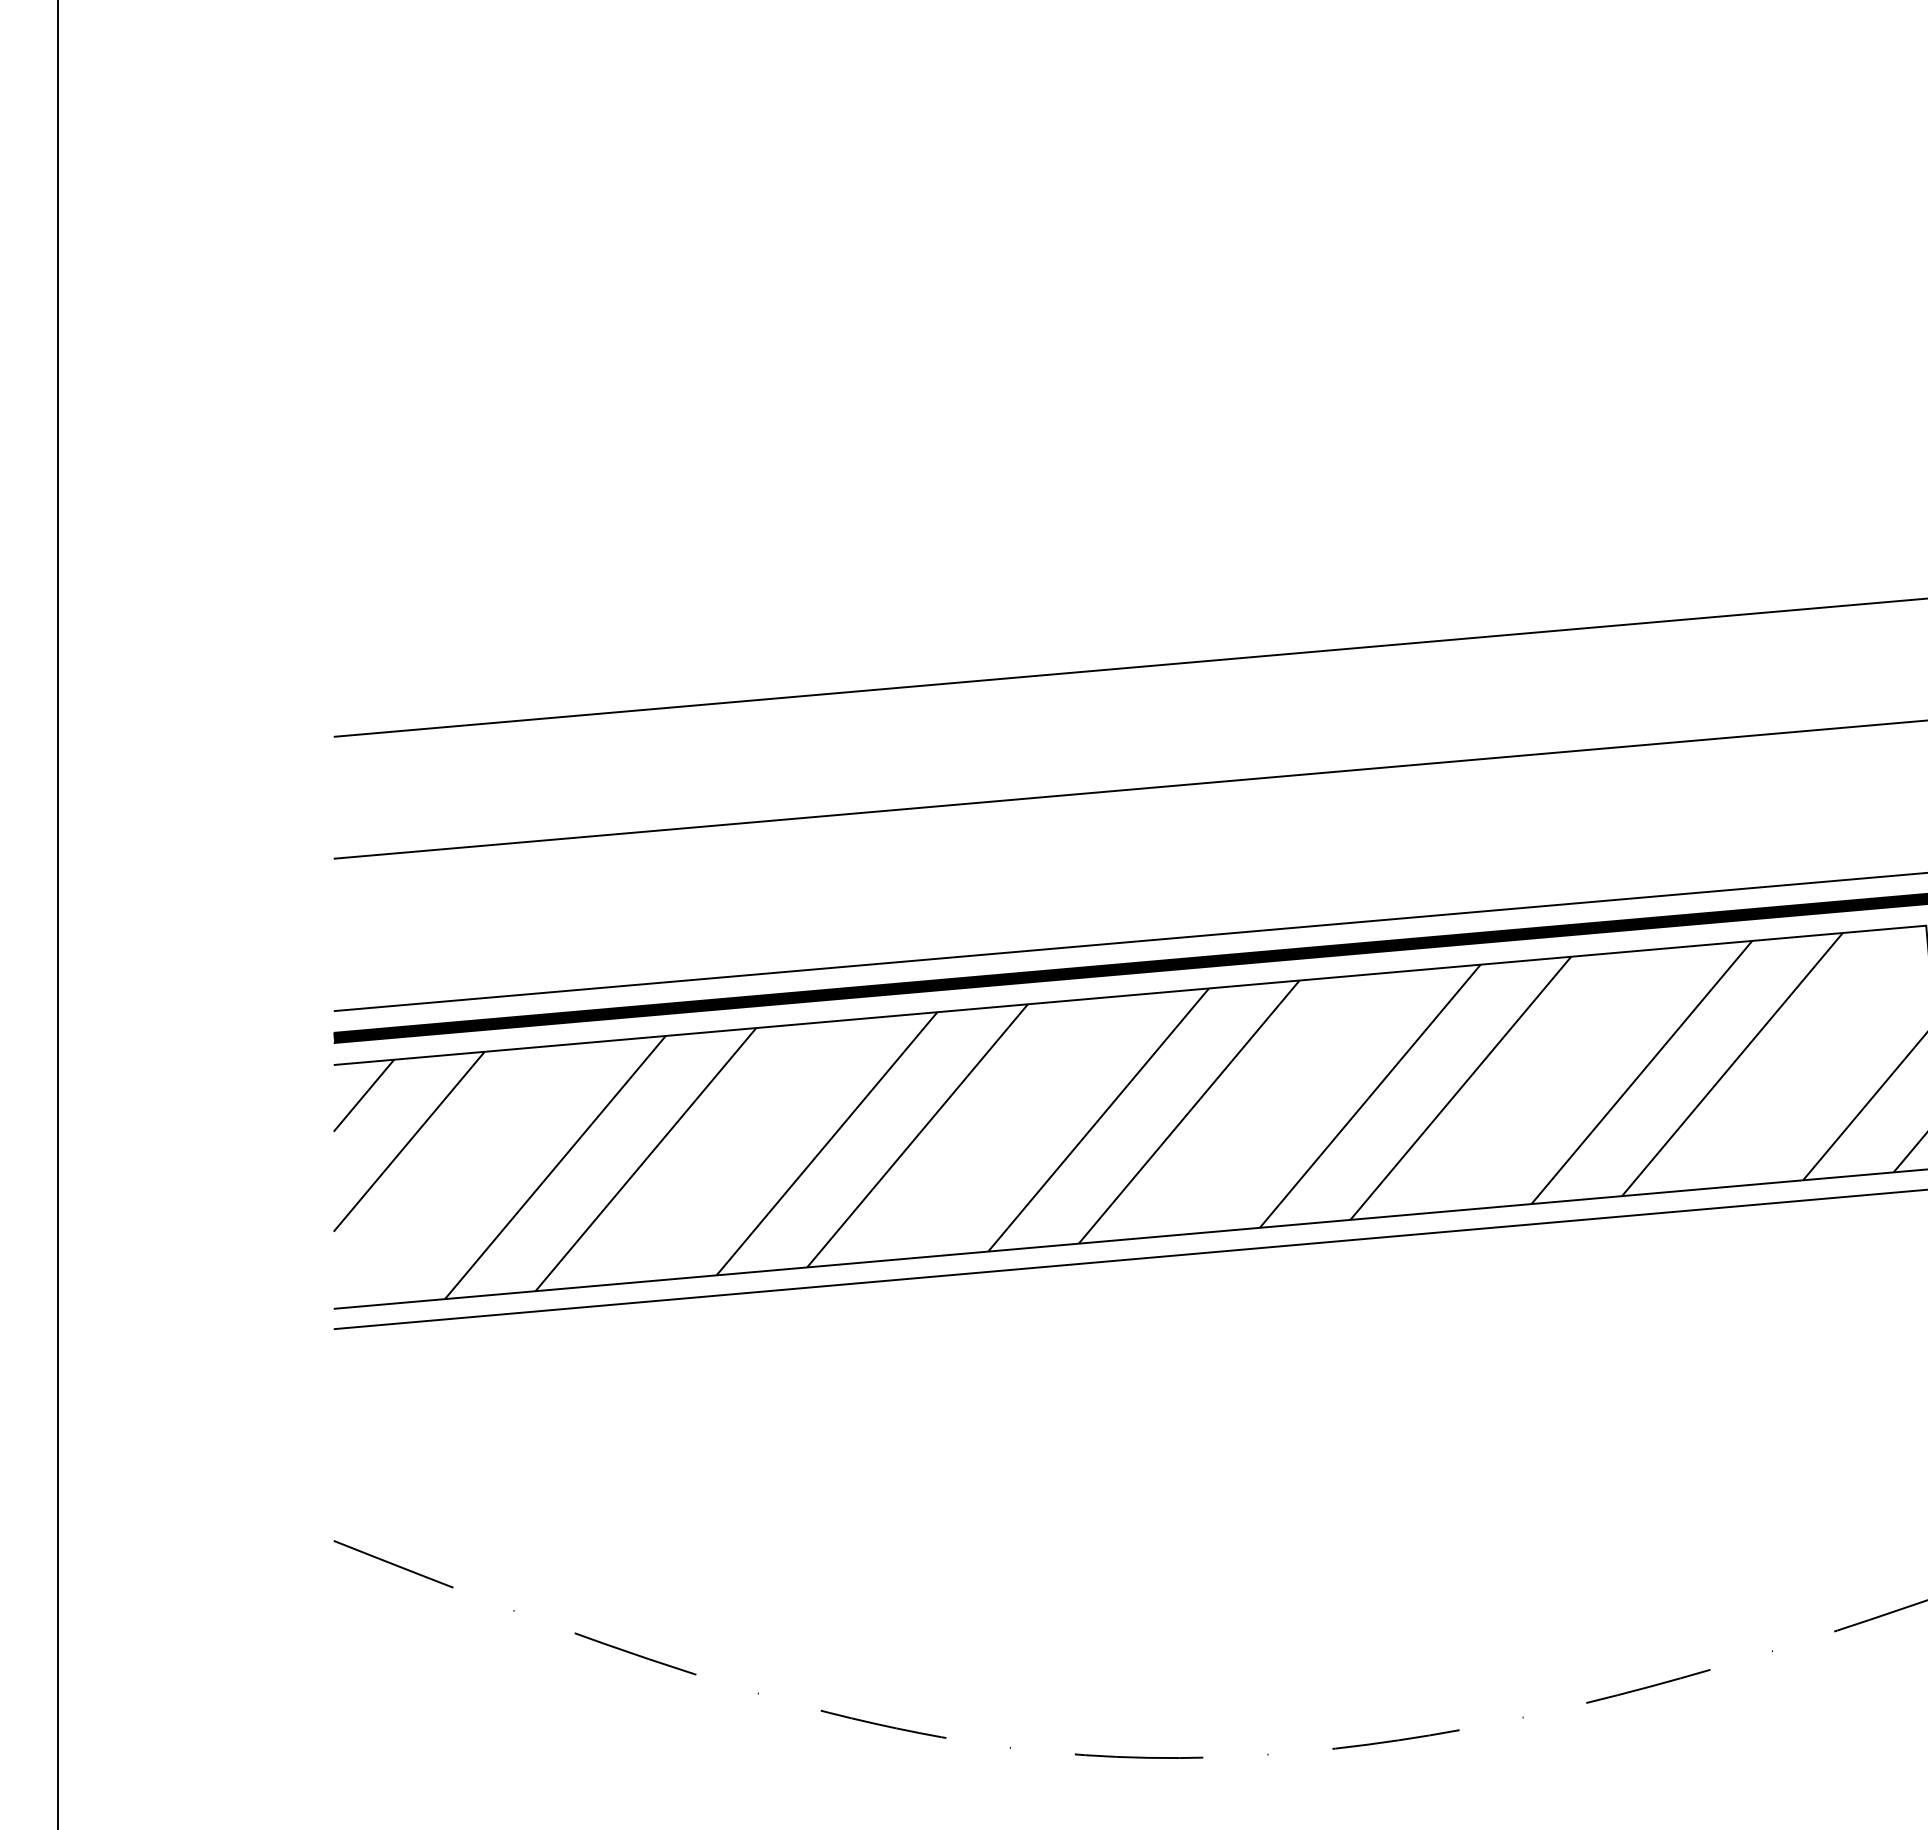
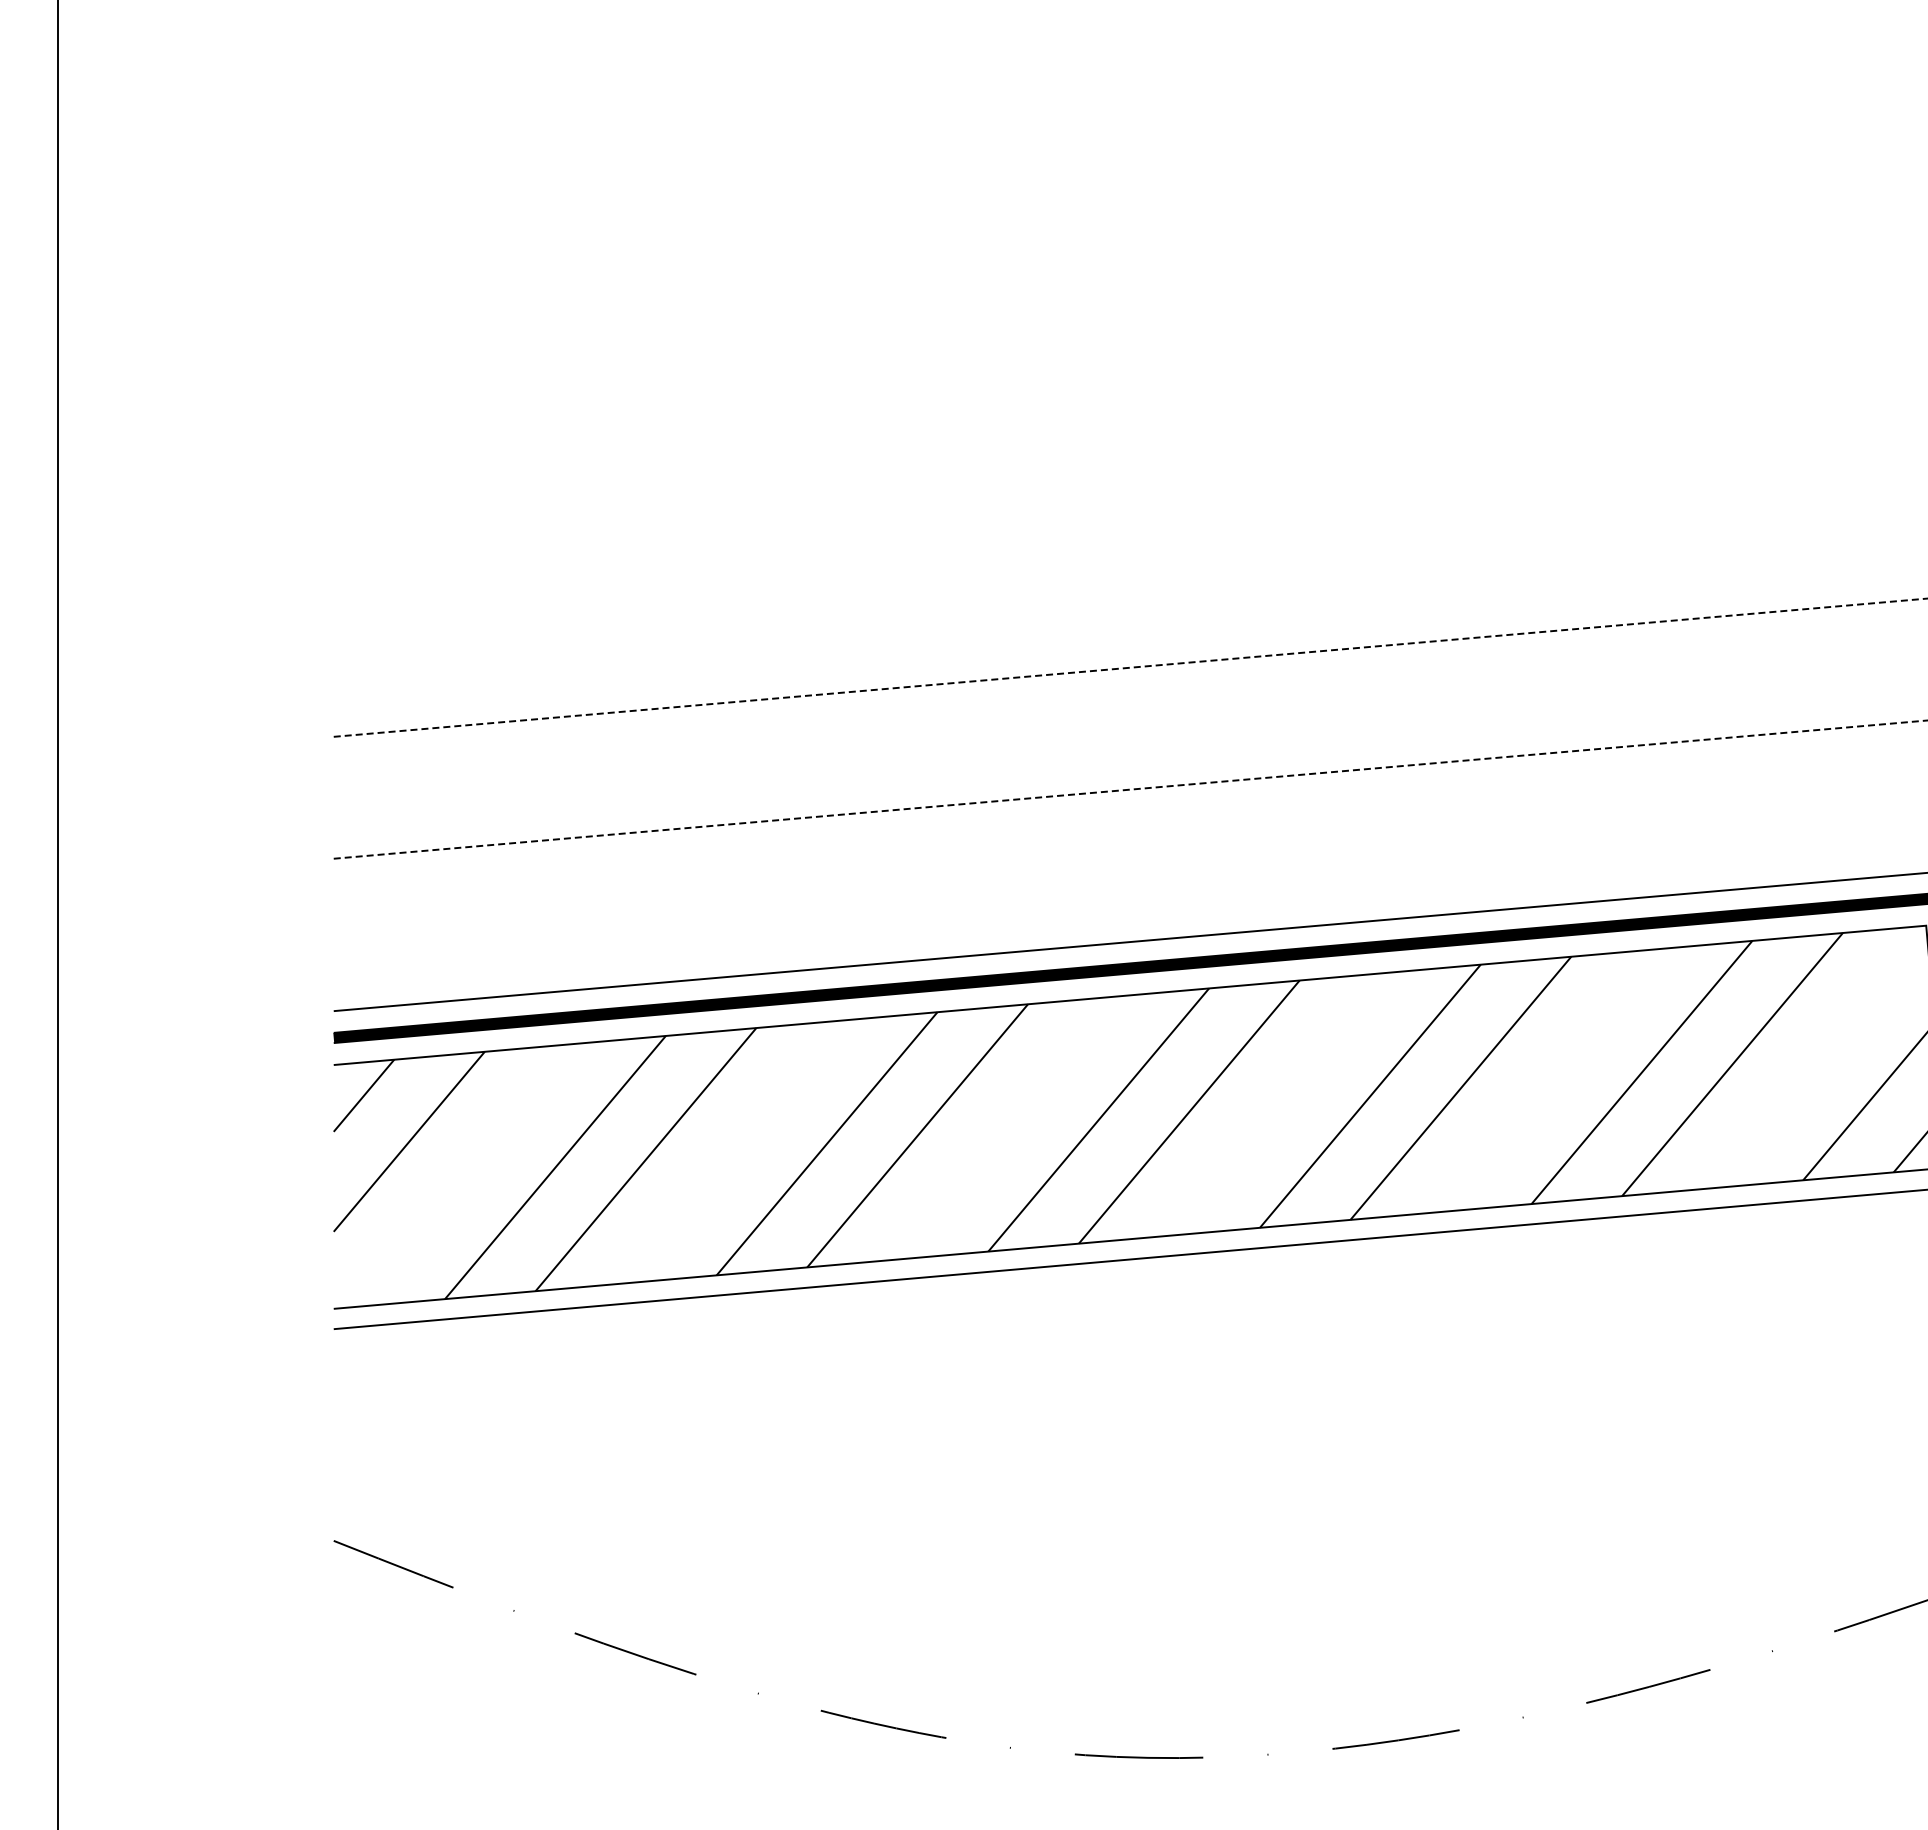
line at (1130, 667): solid -> dashed
line at (1130, 789): solid -> dashed
